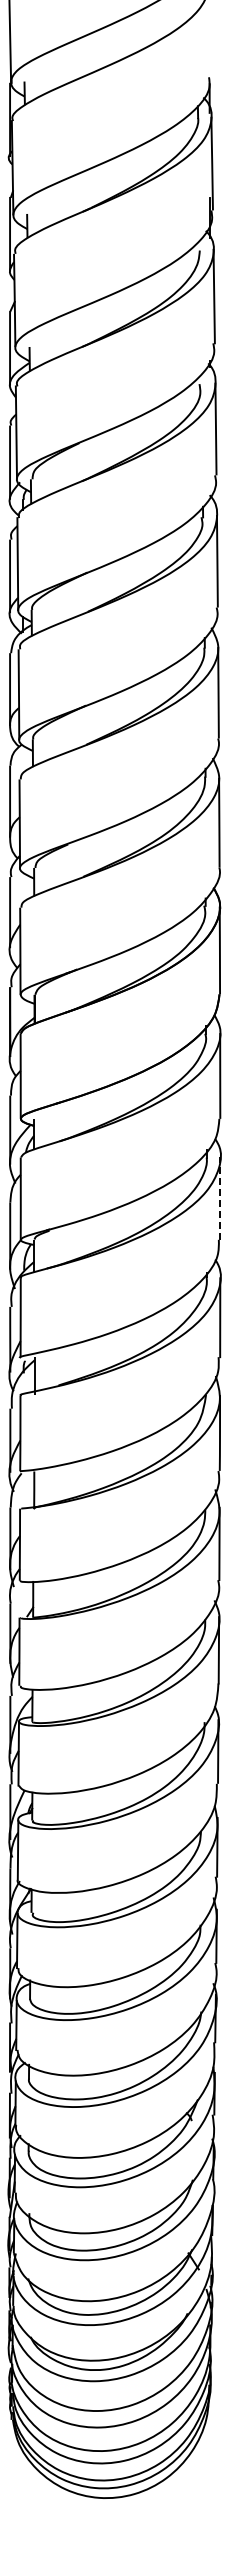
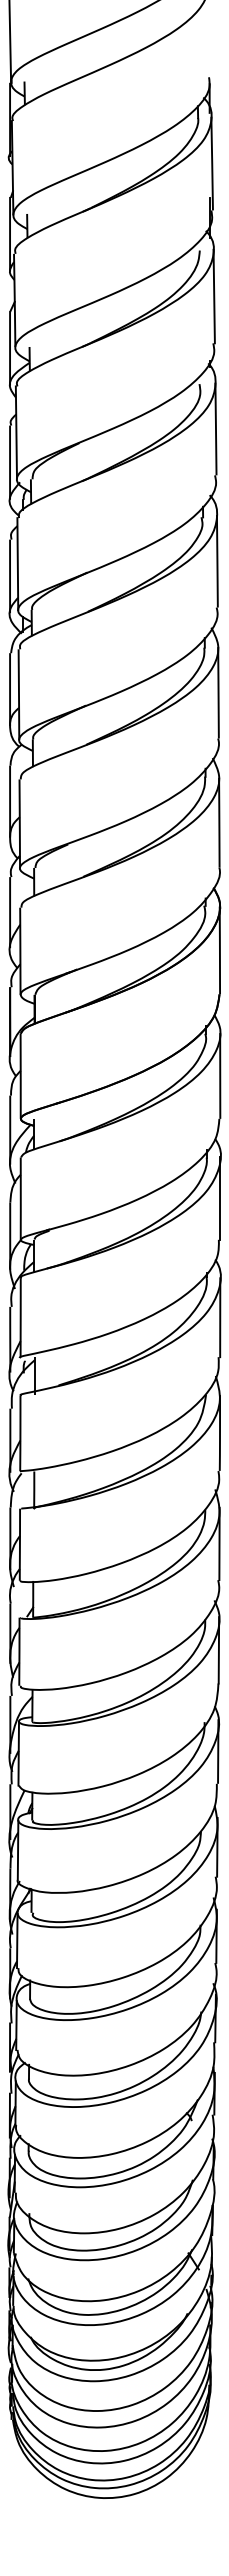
line at (220, 1197): dashed -> solid
